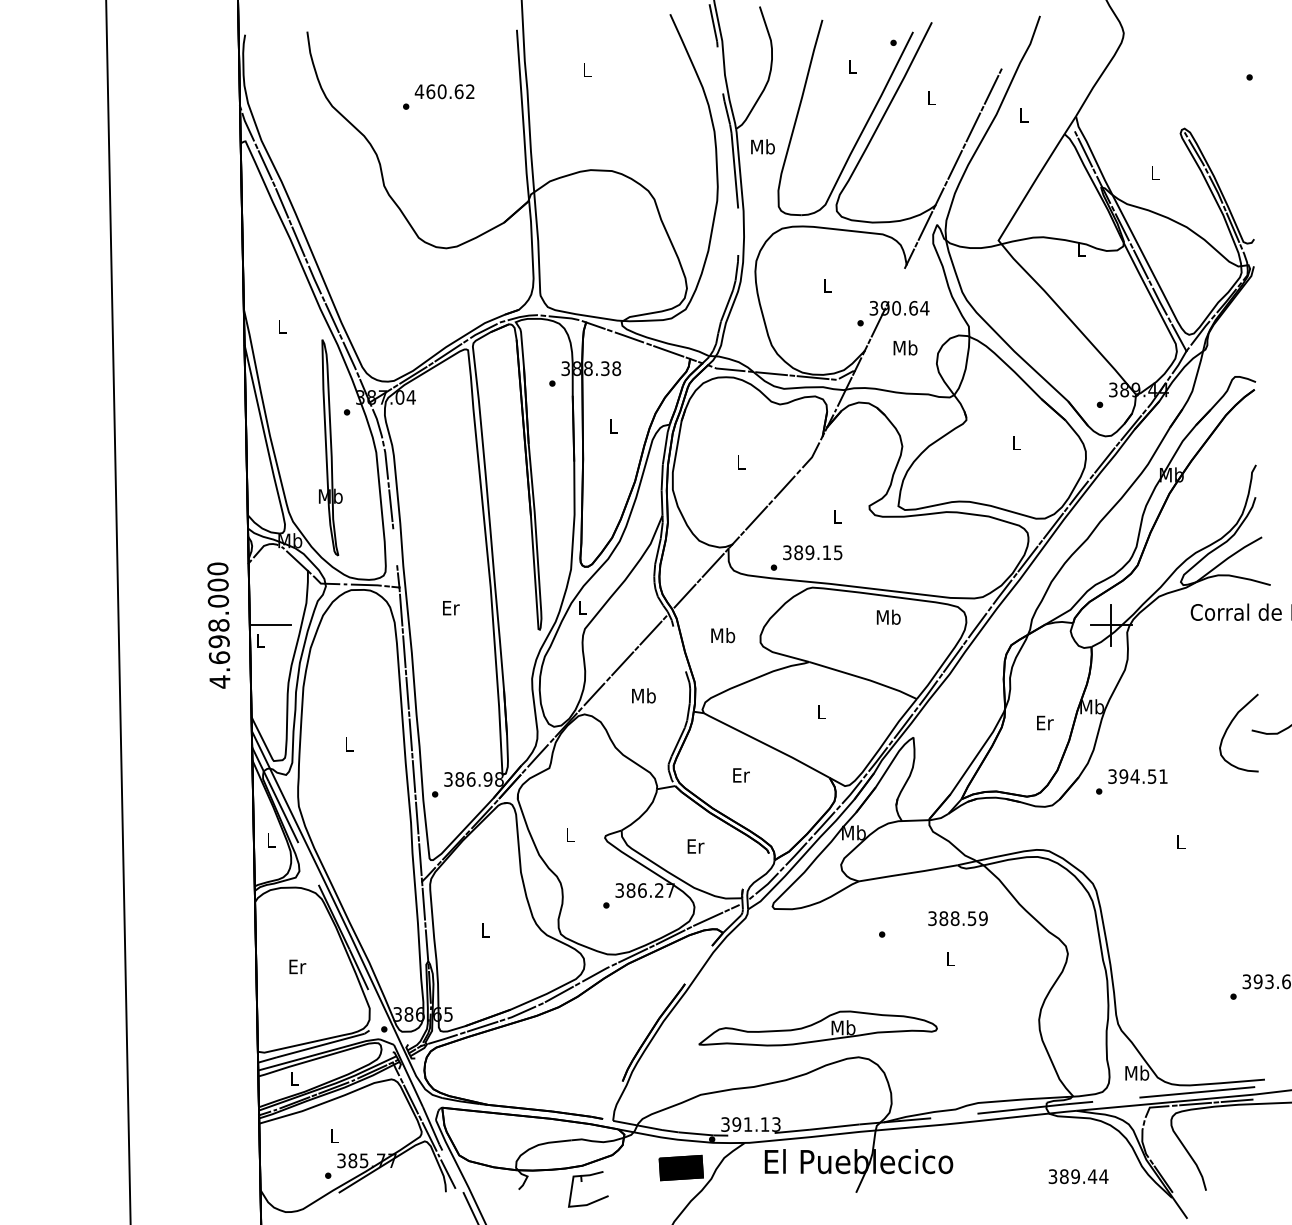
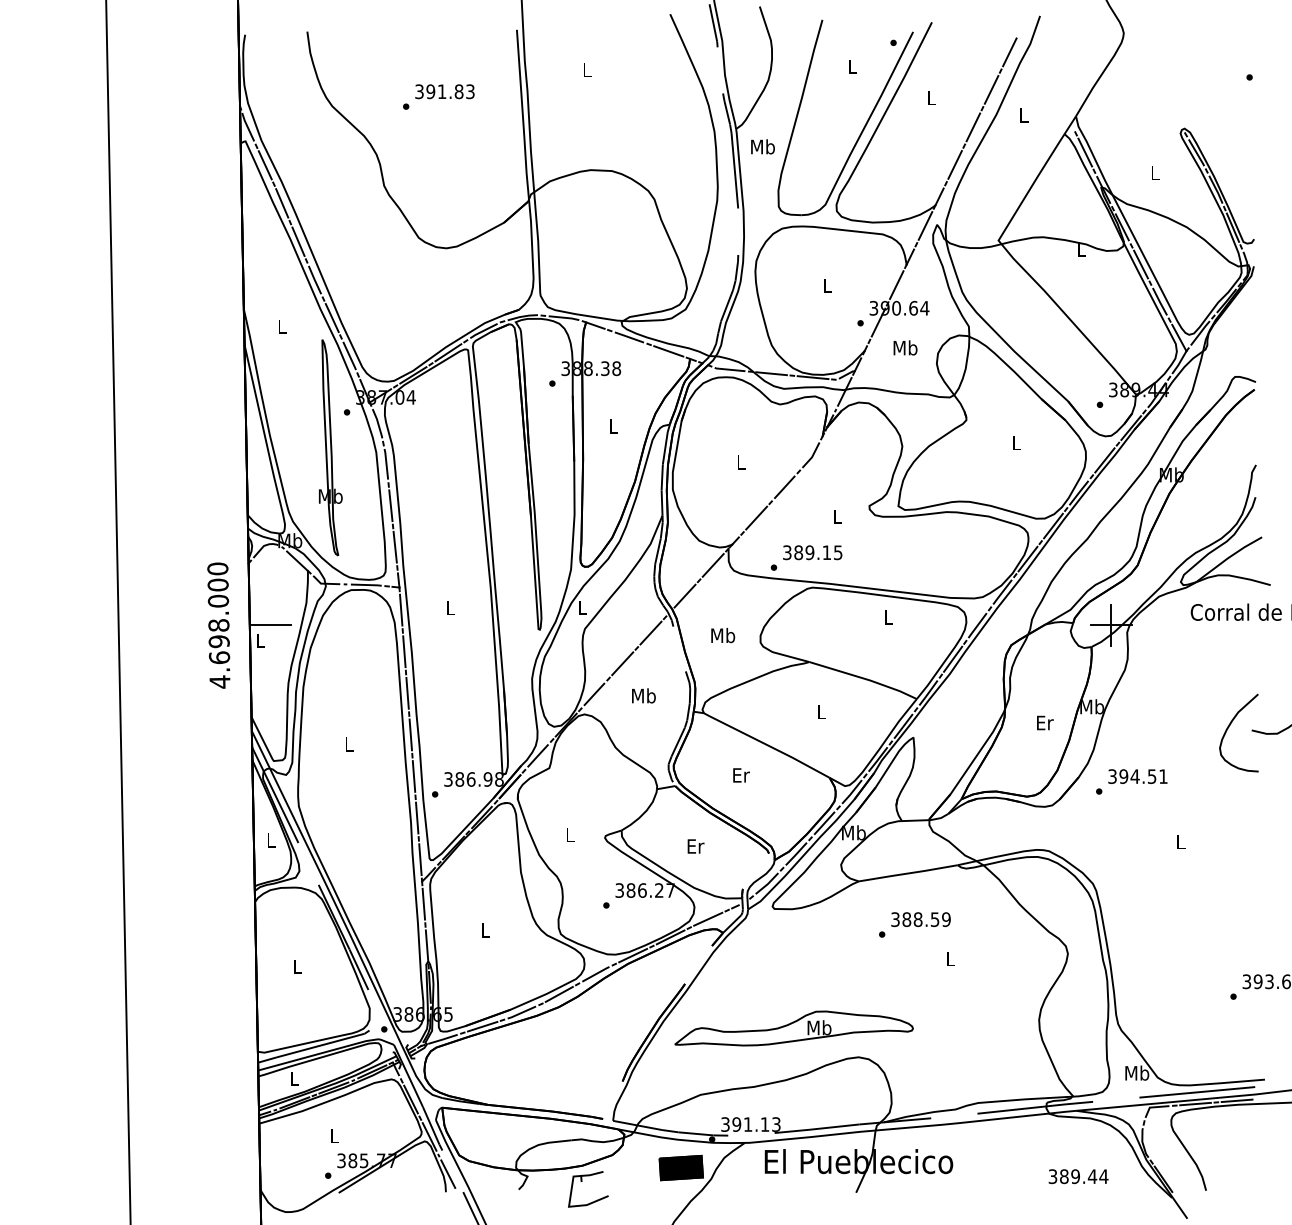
line at (1009, 52): none -> present
text at (444, 91): 460.62 -> 391.83
line at (896, 285): none -> present
line at (394, 546): none -> present
text at (451, 608): Er -> L
text at (888, 616): Mb -> L
text at (957, 918) position: (957, 918) -> (920, 919)
text at (297, 966): Er -> L
part at (817, 1028) position: (817, 1028) -> (793, 1028)
